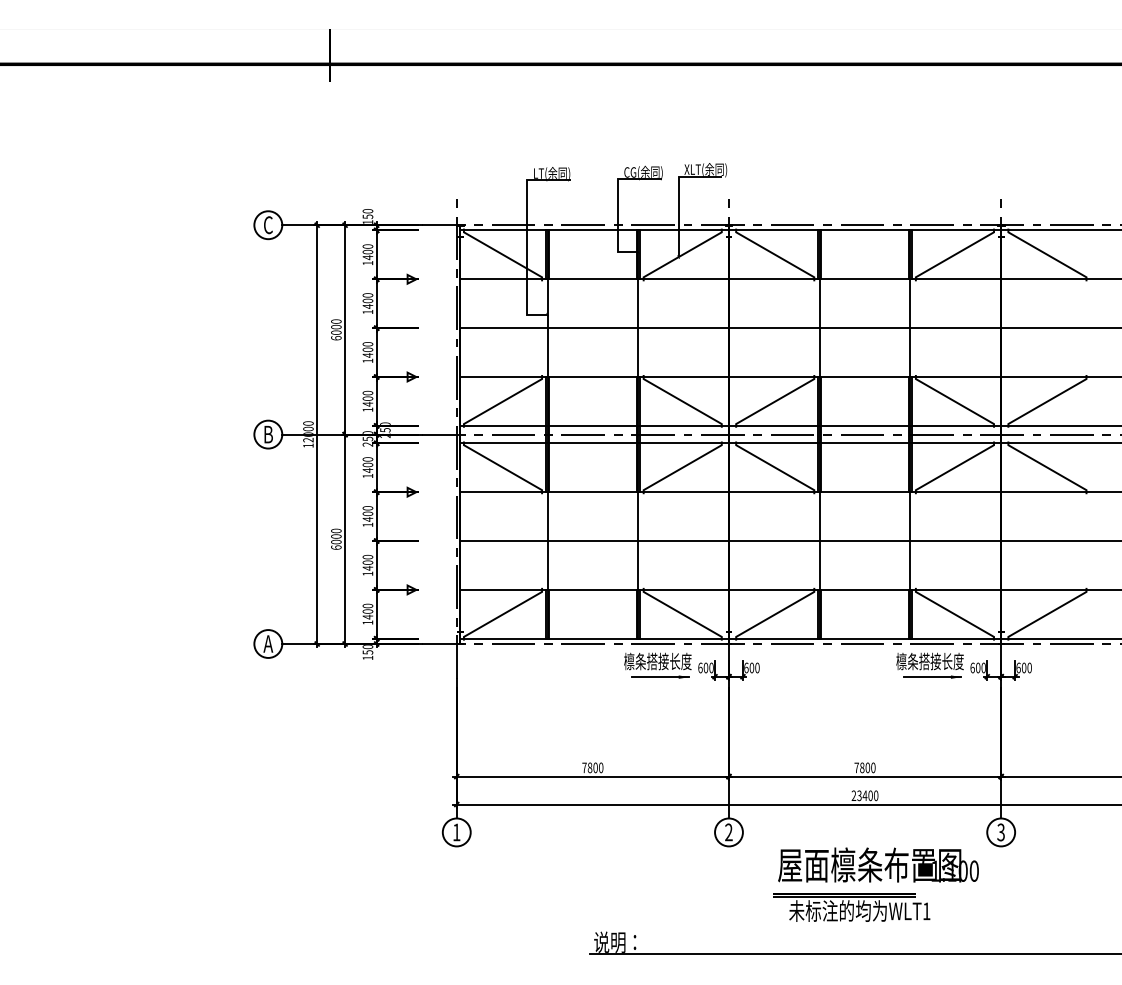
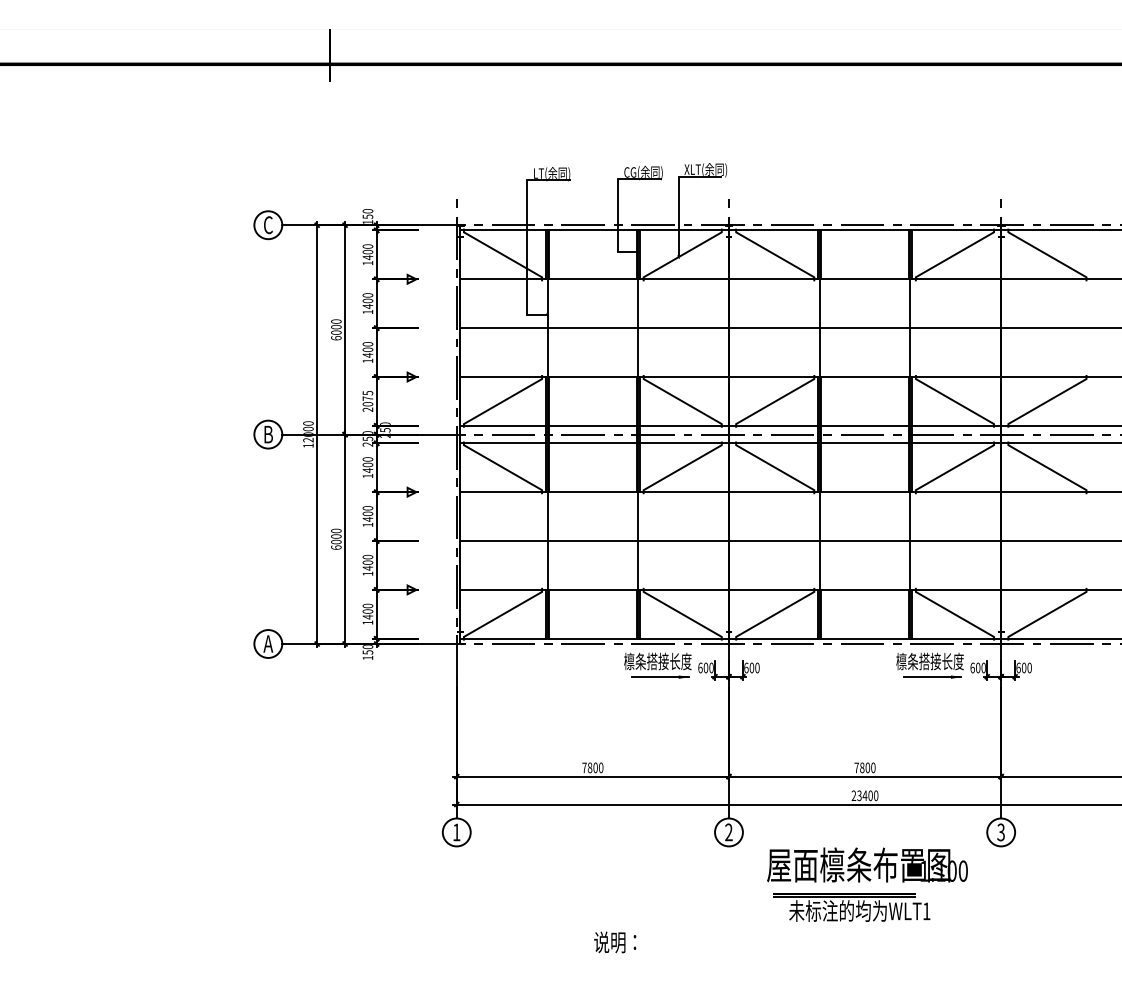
text at (367, 400): 1400 -> 2075
text at (878, 864) position: (878, 864) -> (867, 864)
line at (854, 953): present -> none
